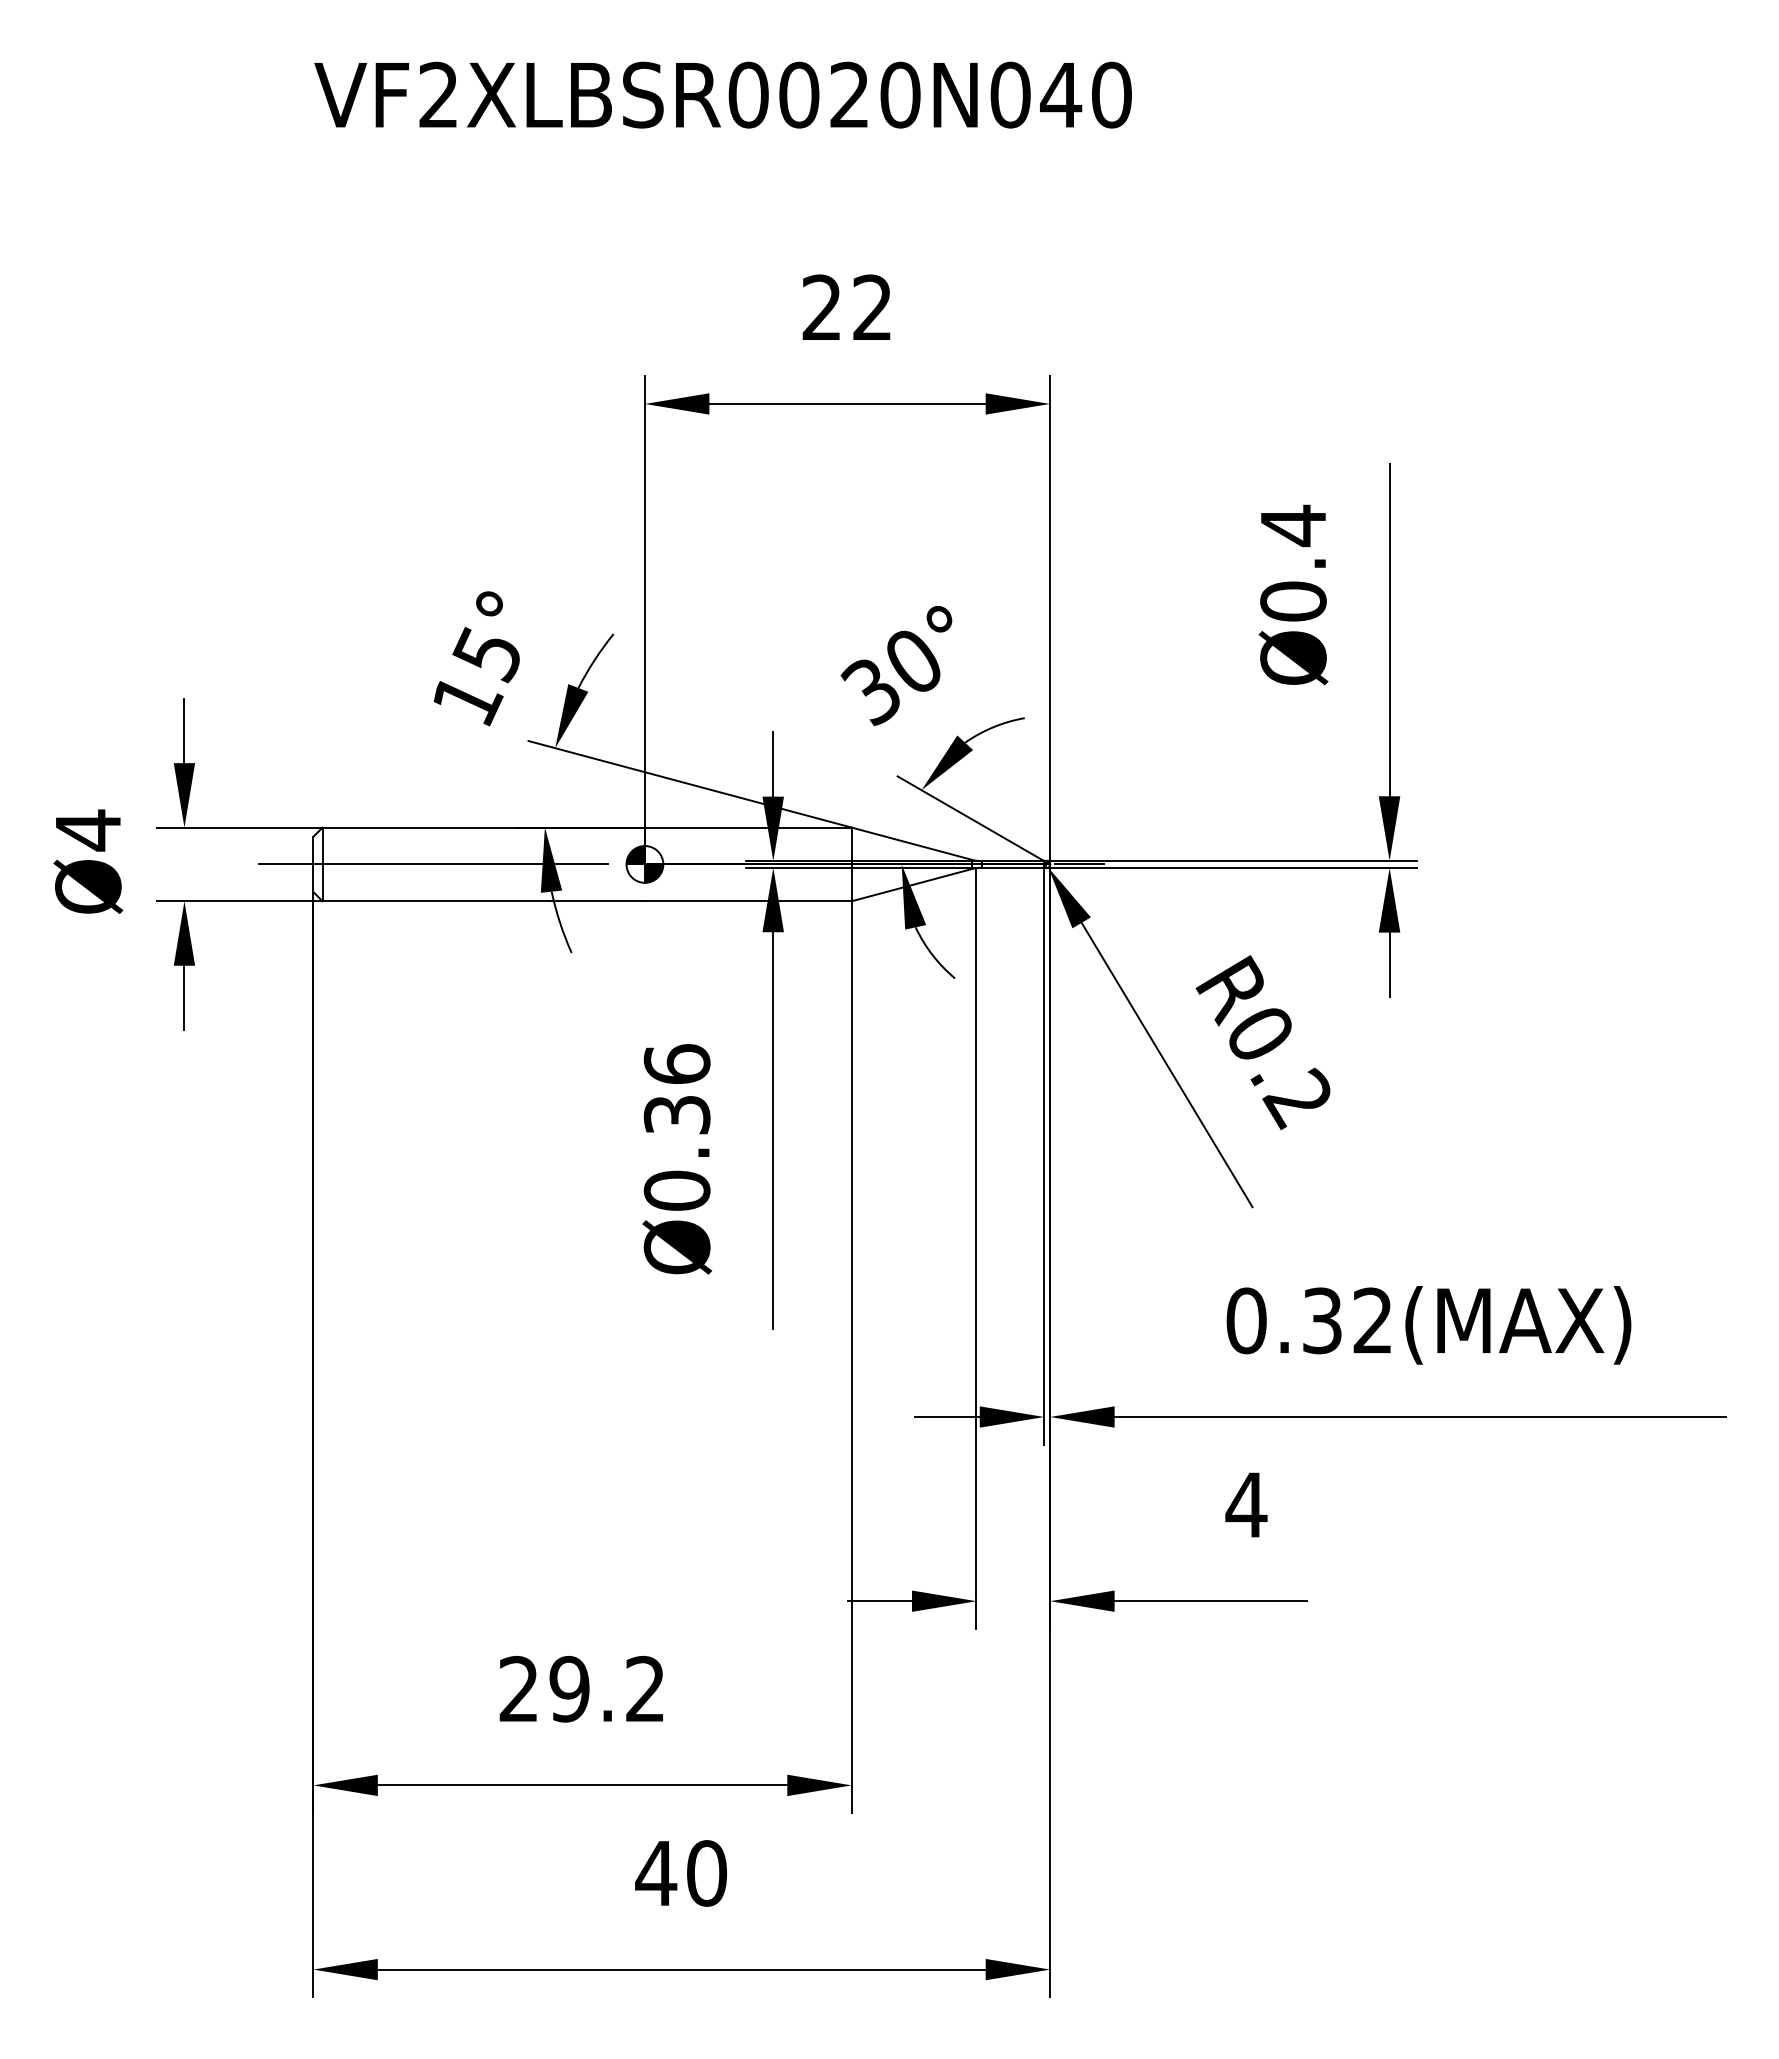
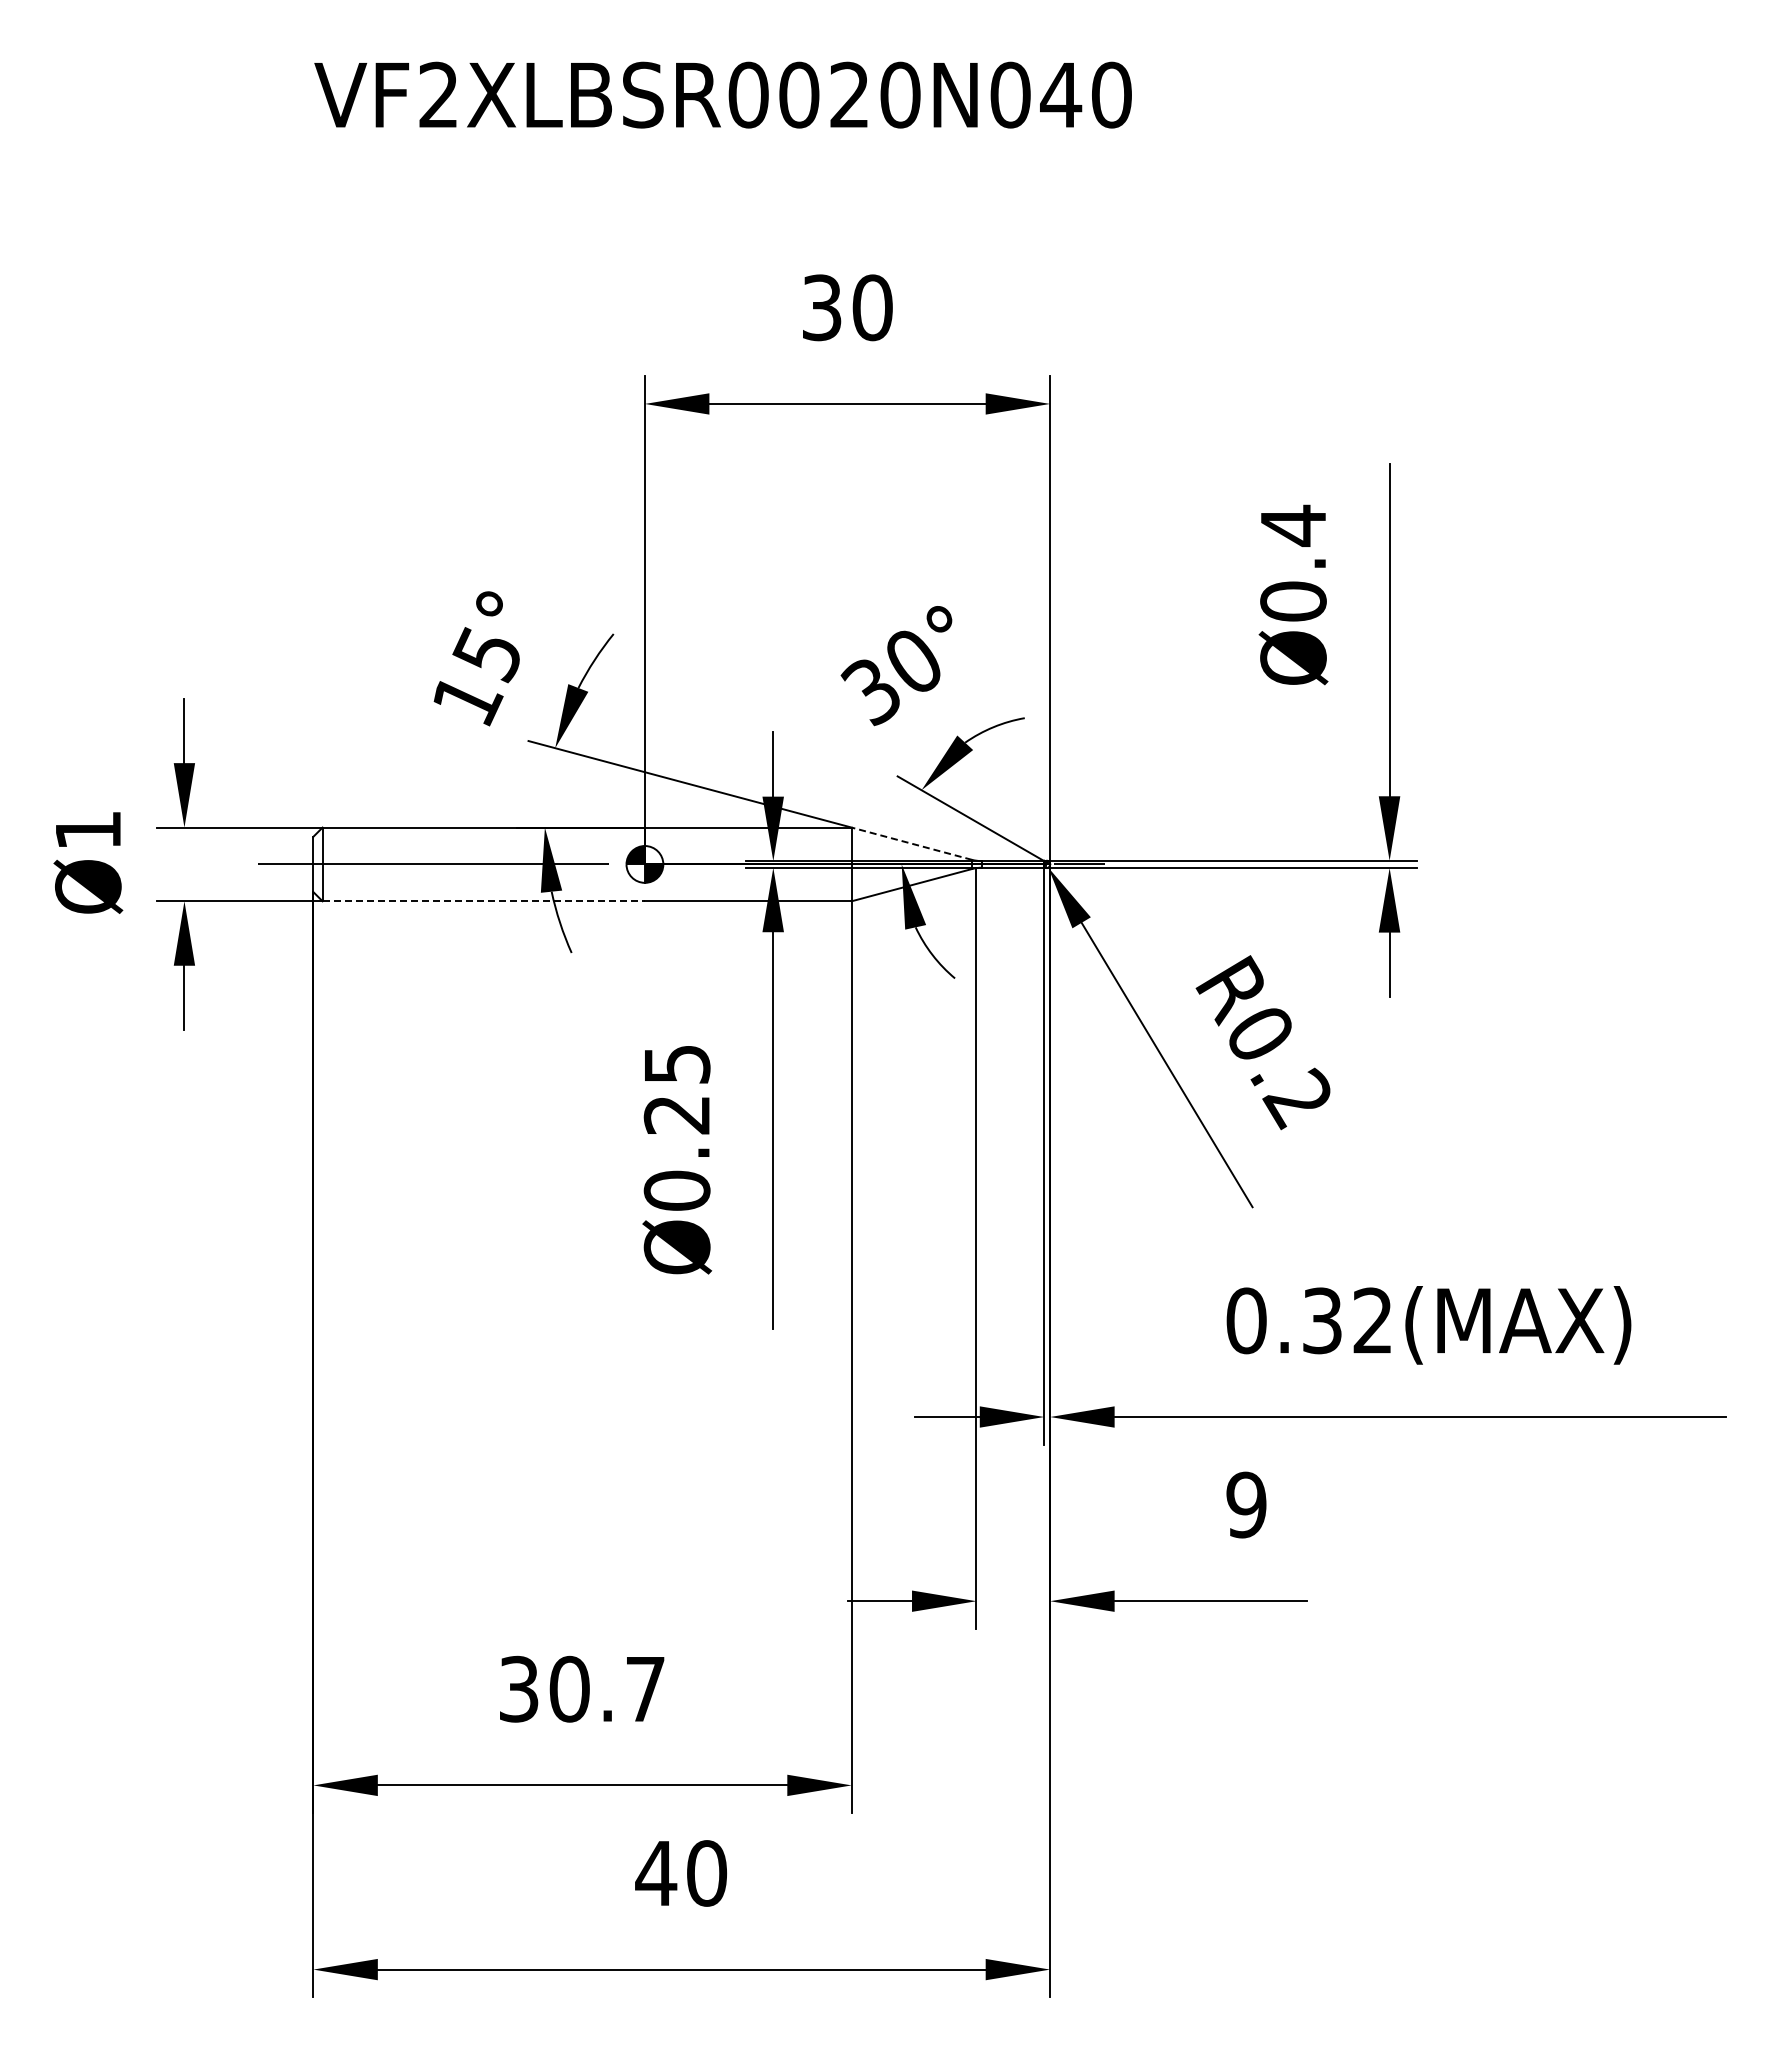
text at (847, 307): 22 -> 30
text at (88, 830): Ø4 -> Ø1
line at (911, 843): solid -> dashed
line at (484, 901): solid -> dashed
text at (676, 1089): Ø0.36 -> Ø0.25
text at (1246, 1504): 4 -> 9
text at (581, 1688): 29.2 -> 30.7
